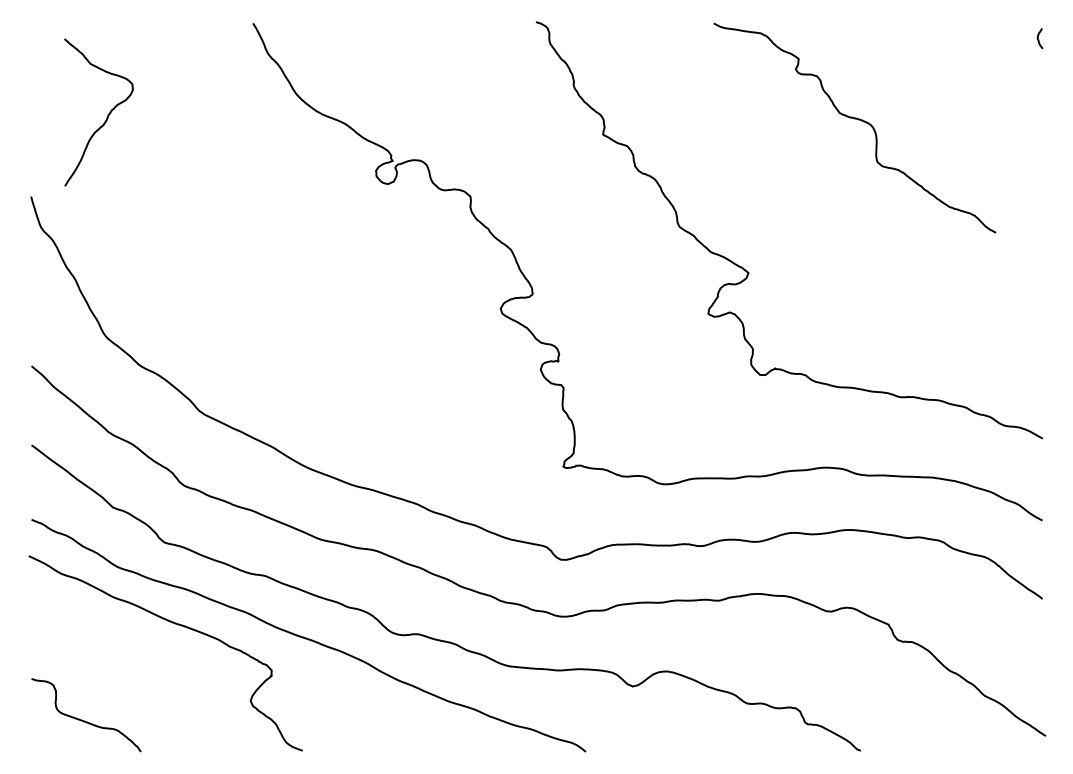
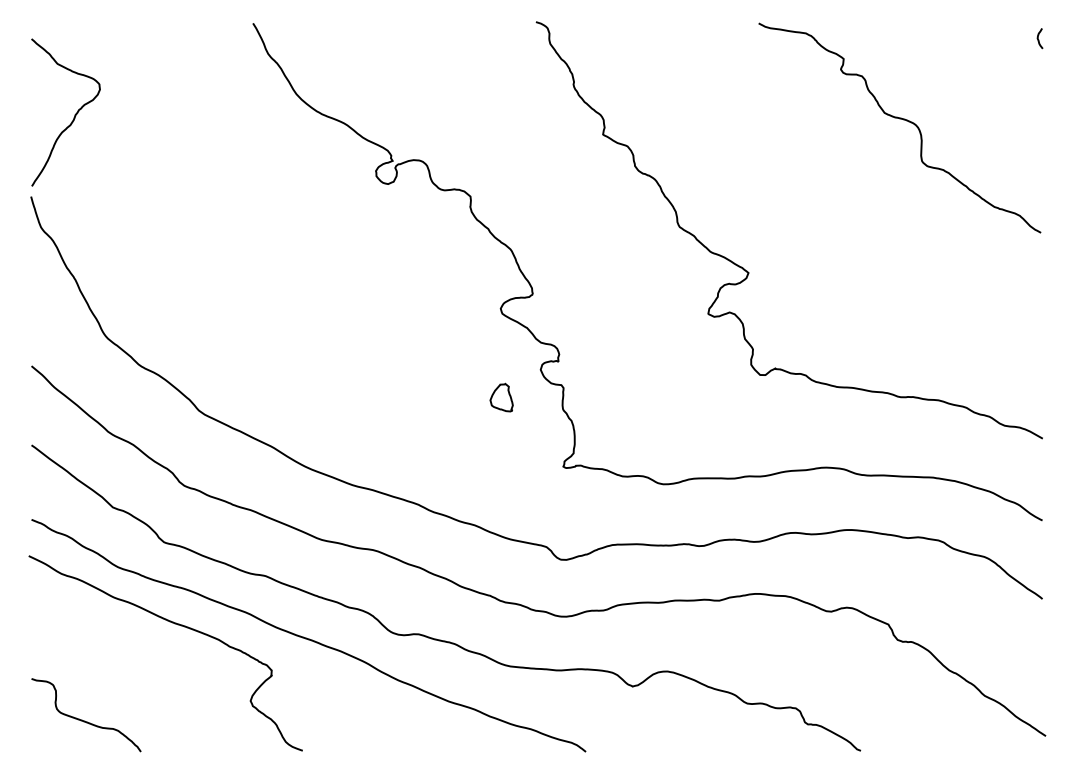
curve at (107, 114) position: (107, 114) -> (74, 114)
curve at (854, 119) position: (854, 119) -> (899, 119)
part at (501, 397): none -> present
